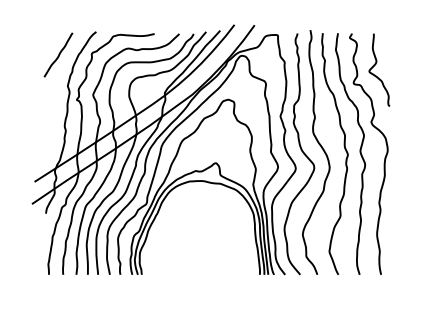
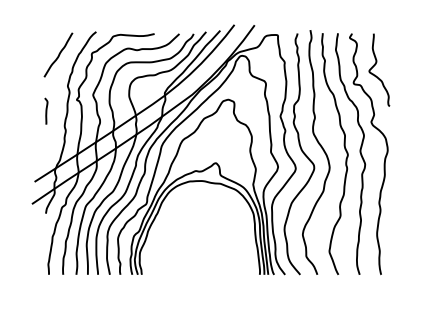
curve at (46, 110): none -> present
